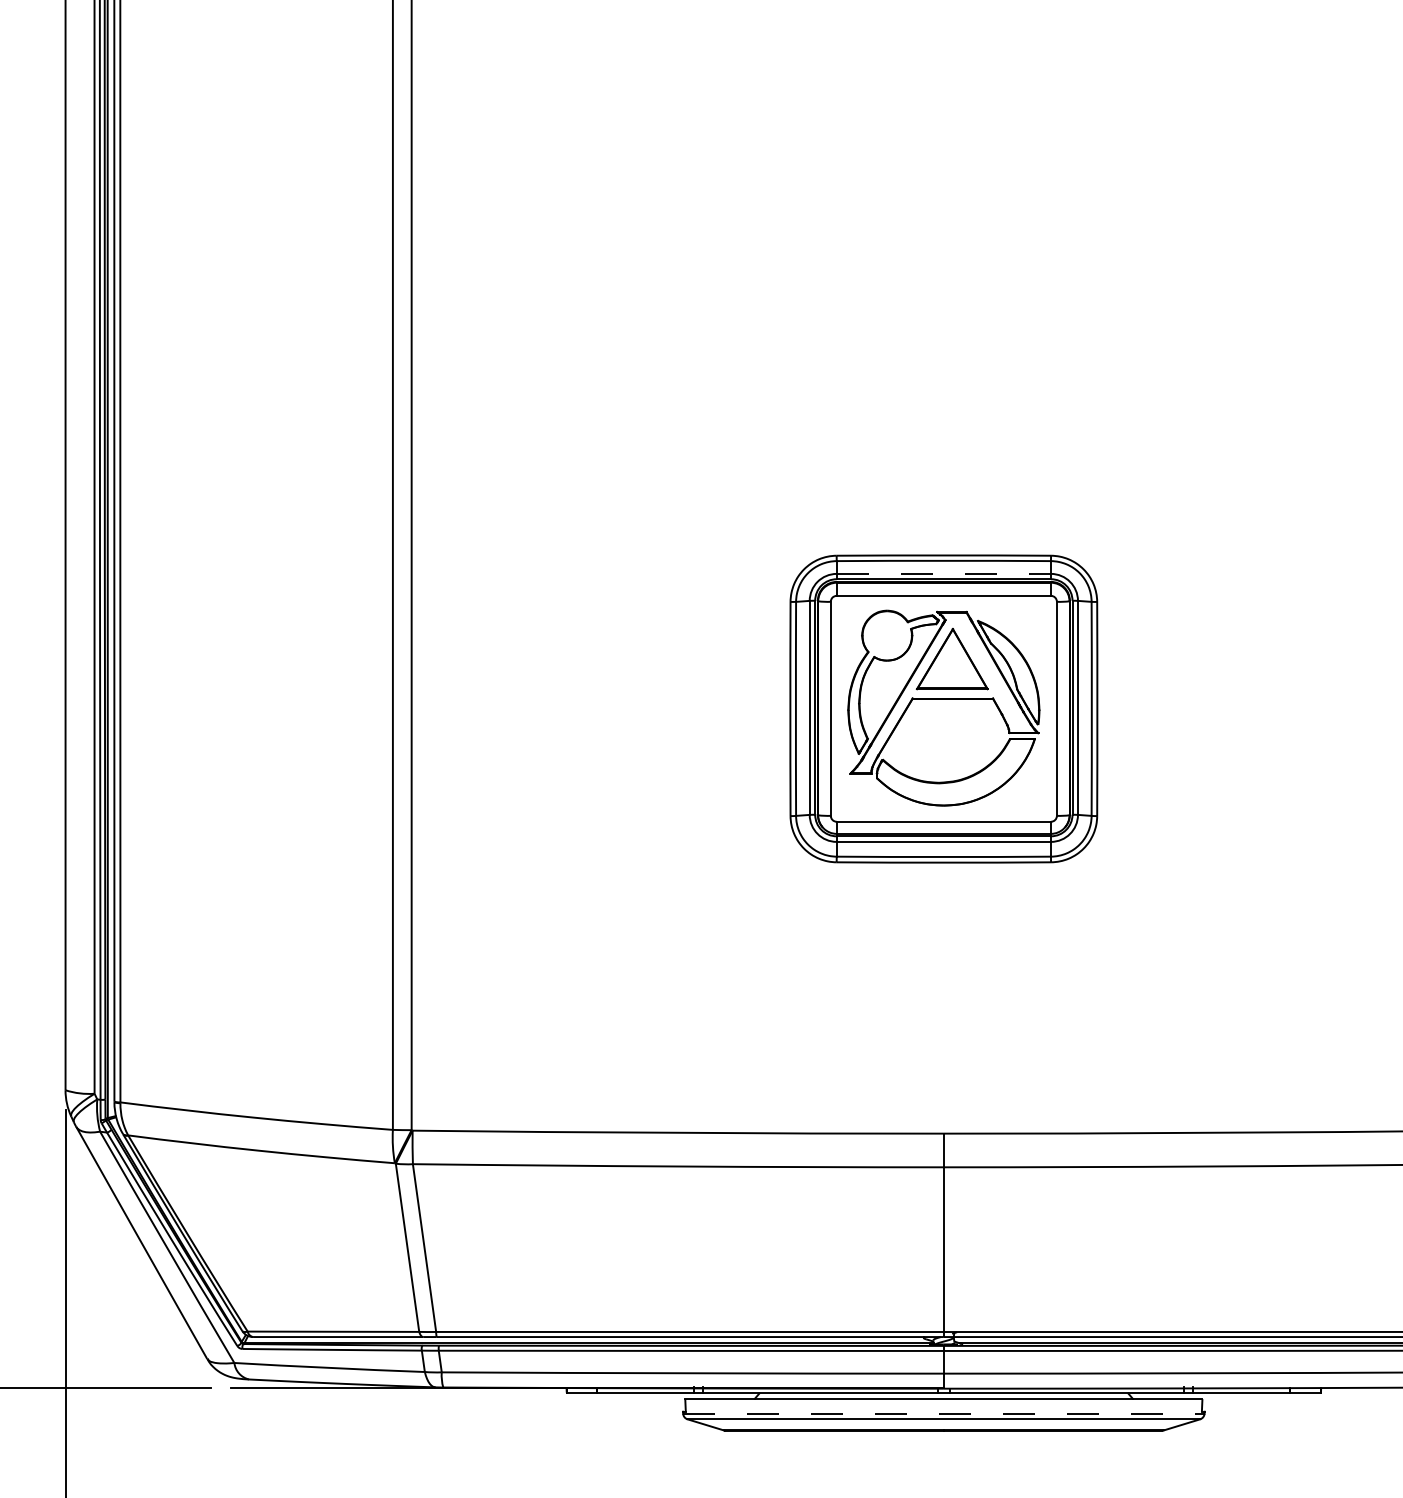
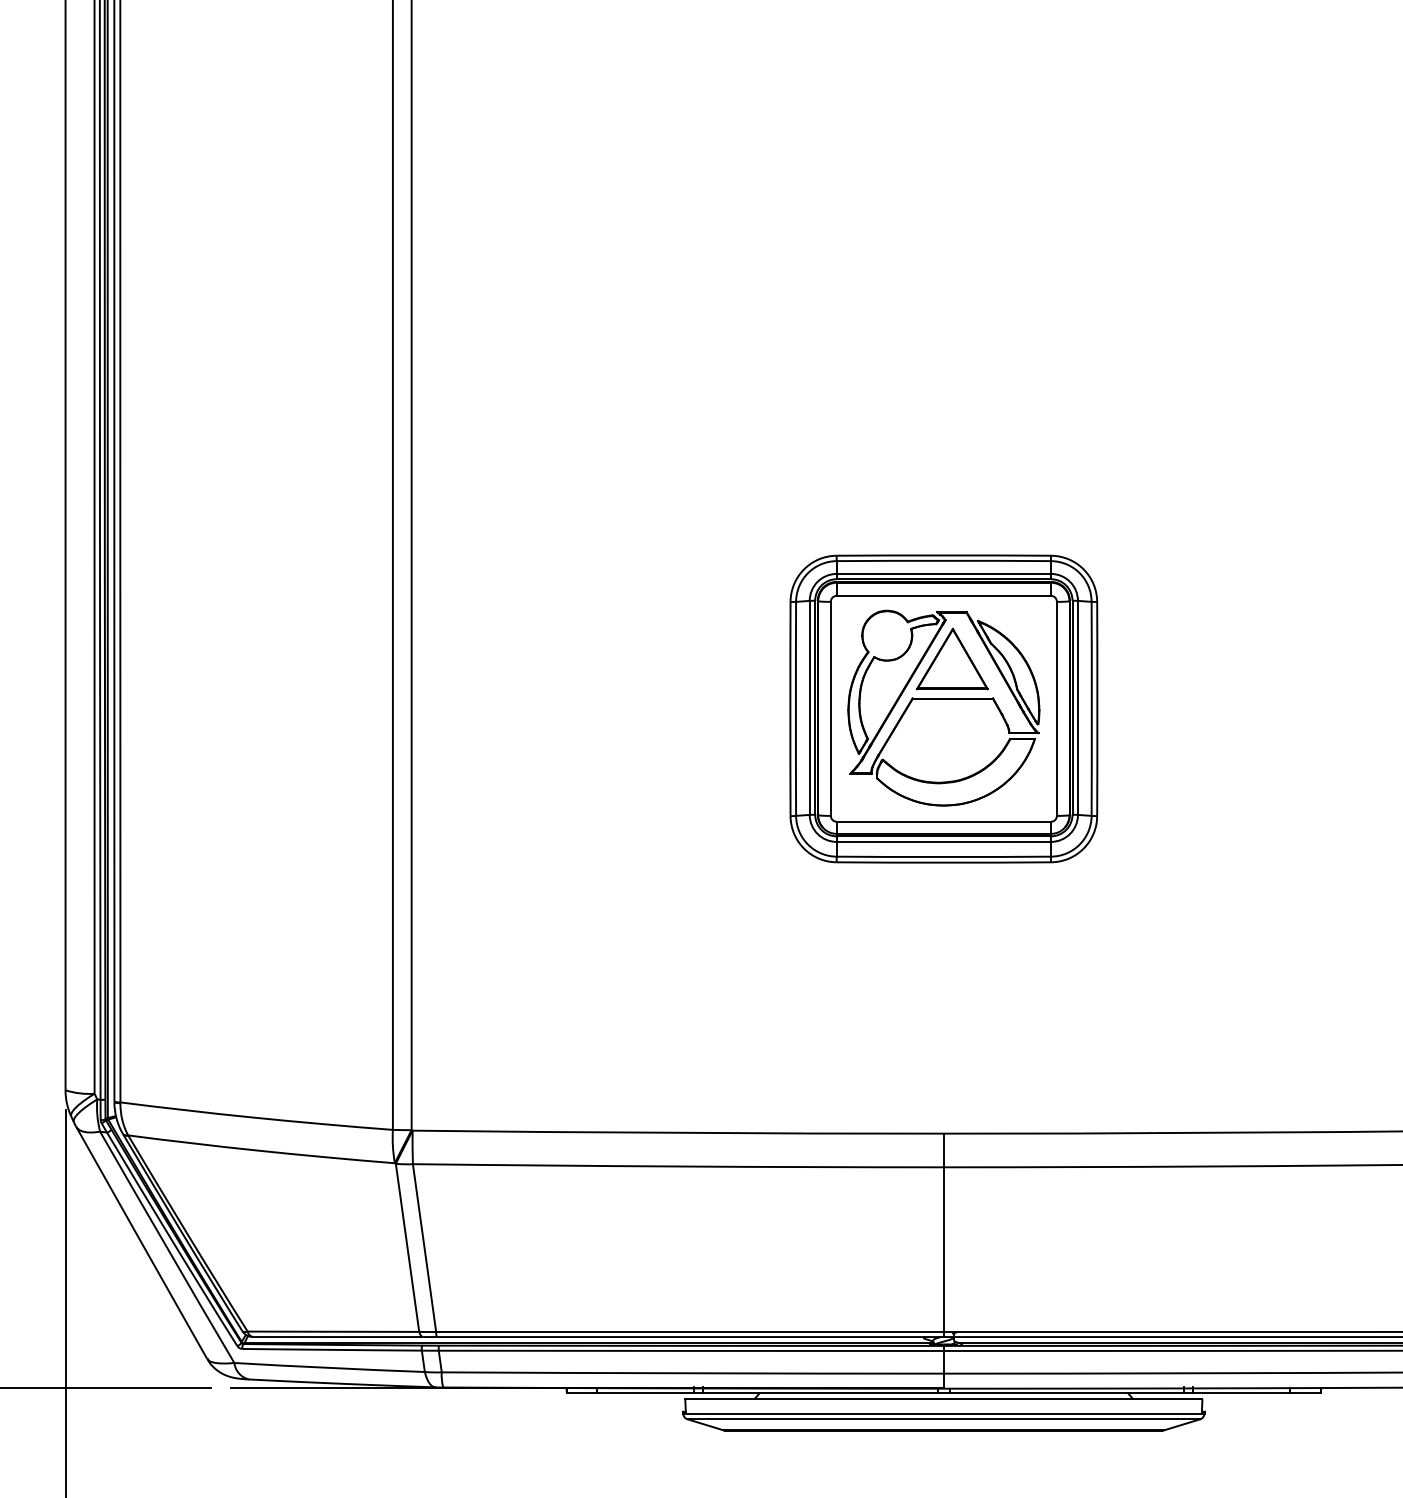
line at (944, 573): dashed -> solid
line at (943, 1413): dashed -> solid
